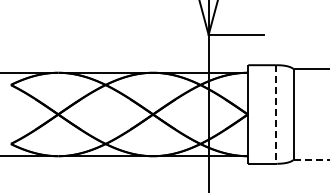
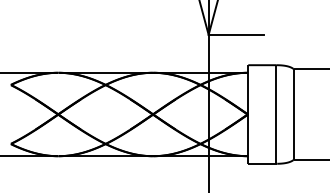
line at (276, 115): dashed -> solid
line at (311, 160): dashed -> solid
